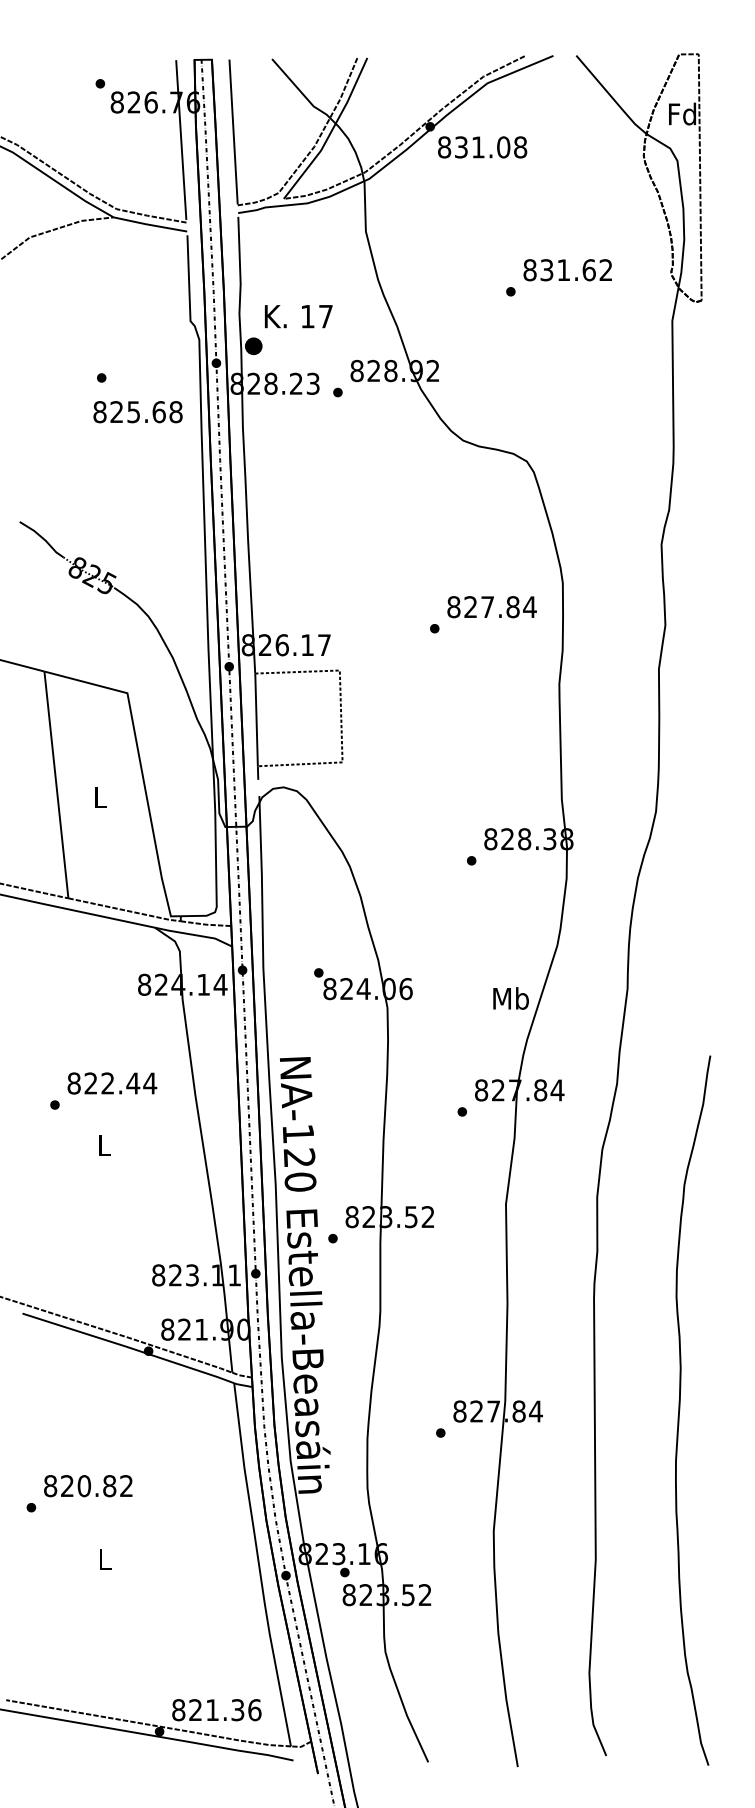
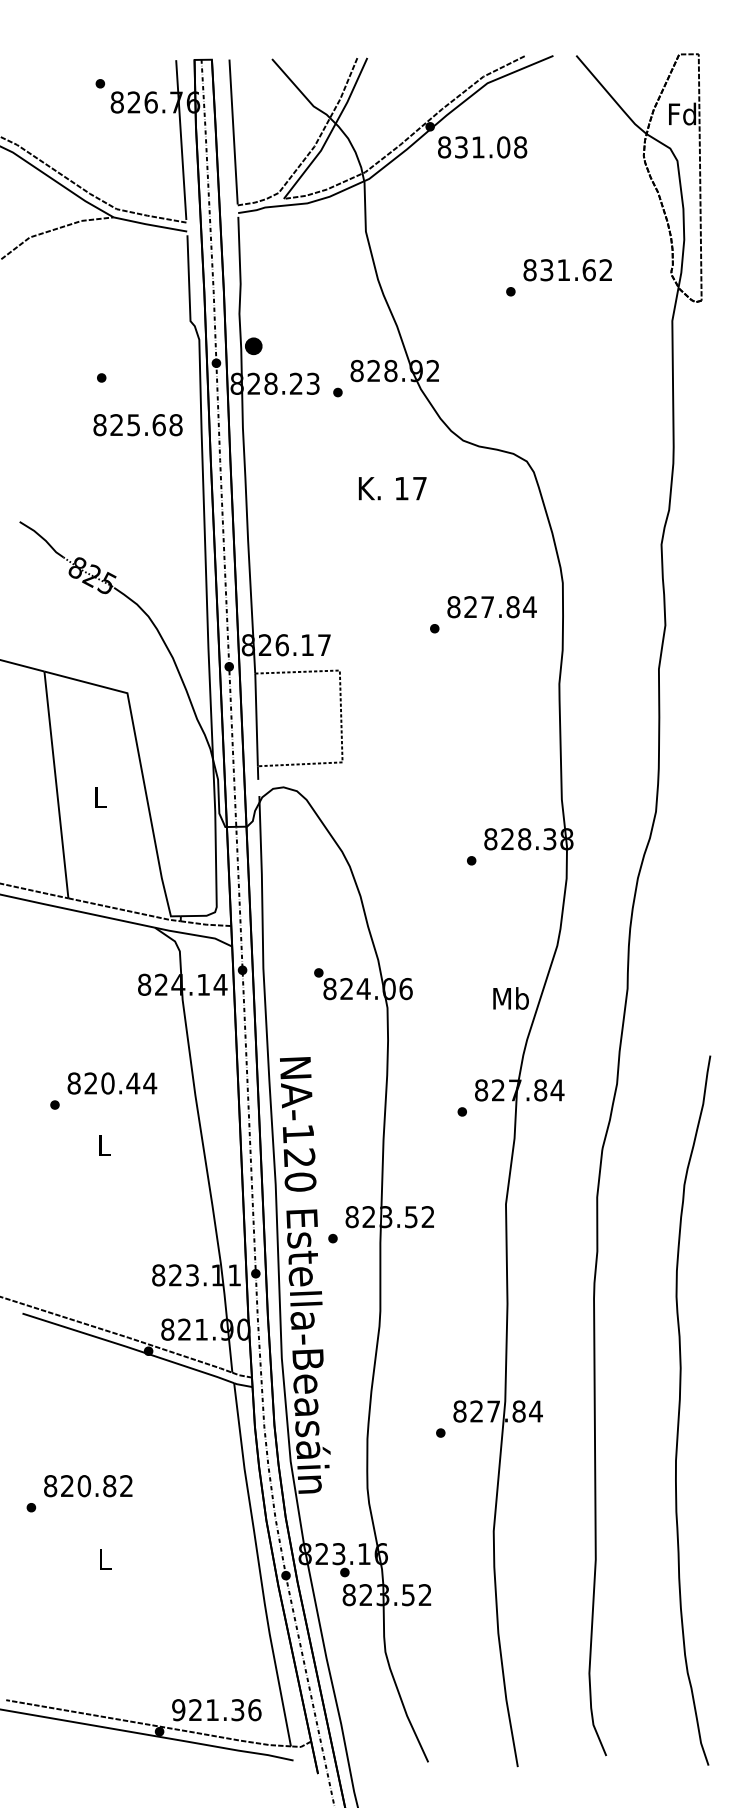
text at (298, 316) position: (298, 316) -> (392, 488)
text at (137, 412) position: (137, 412) -> (137, 425)
text at (107, 1083): 822.44 -> 820.44
text at (178, 1710): 821.36 -> 921.36
